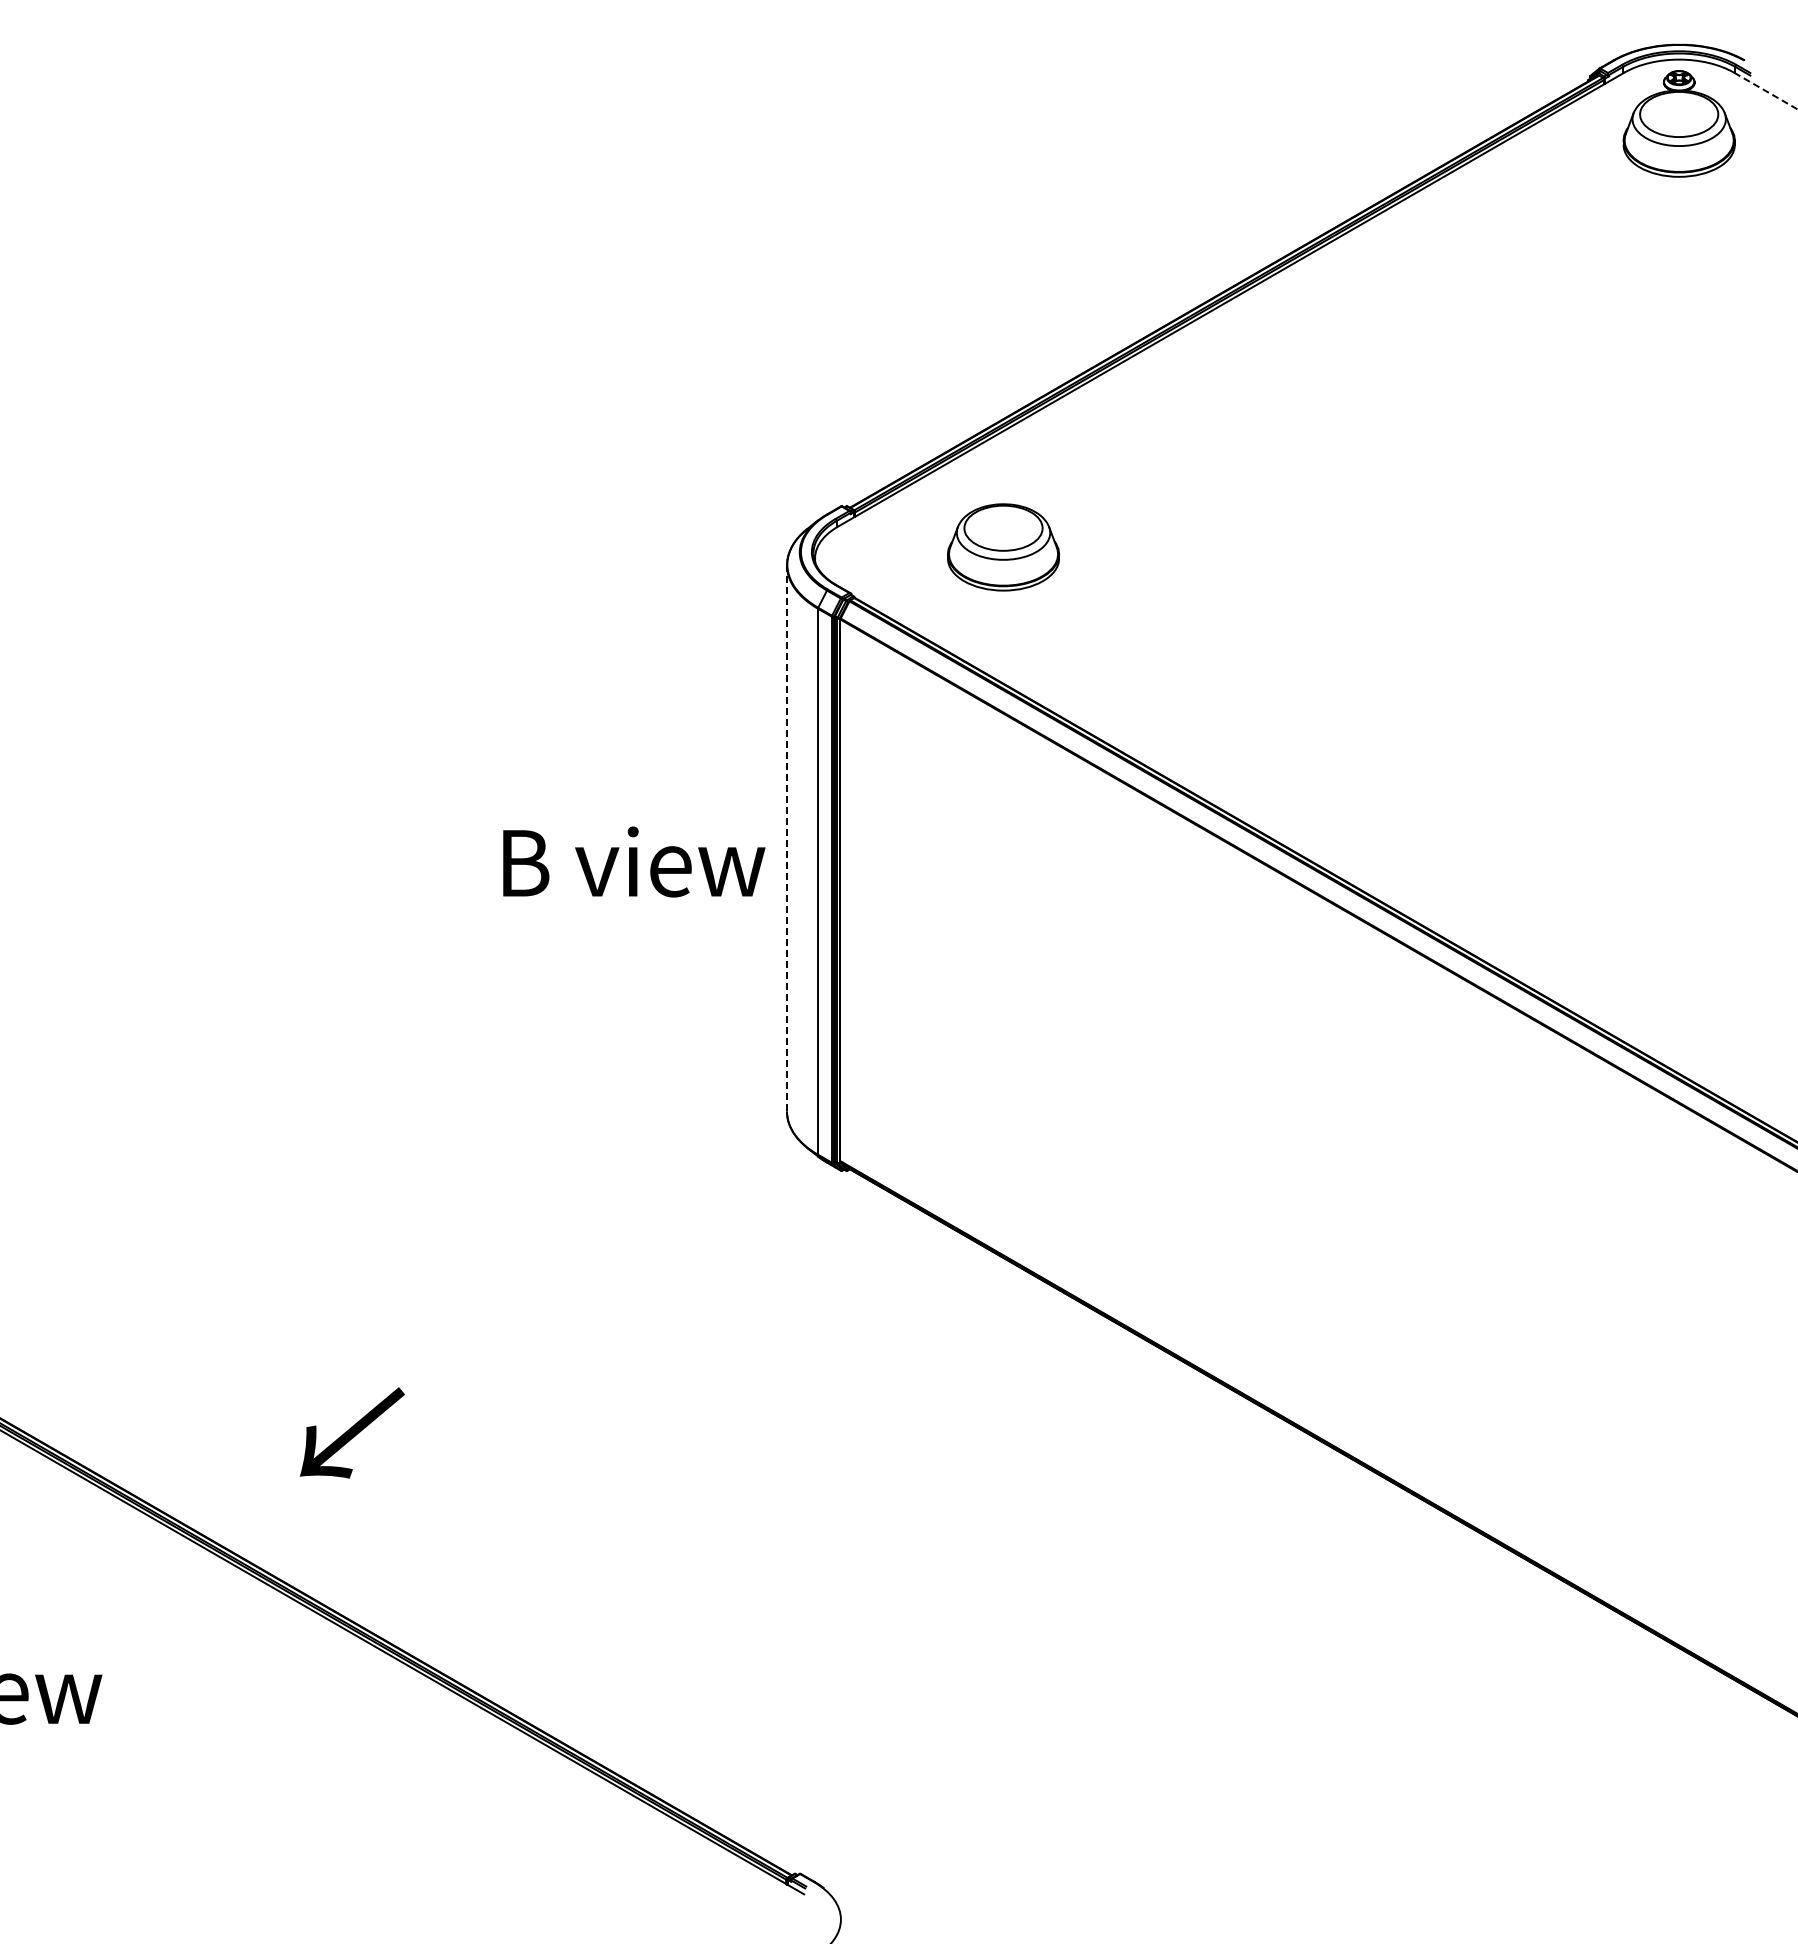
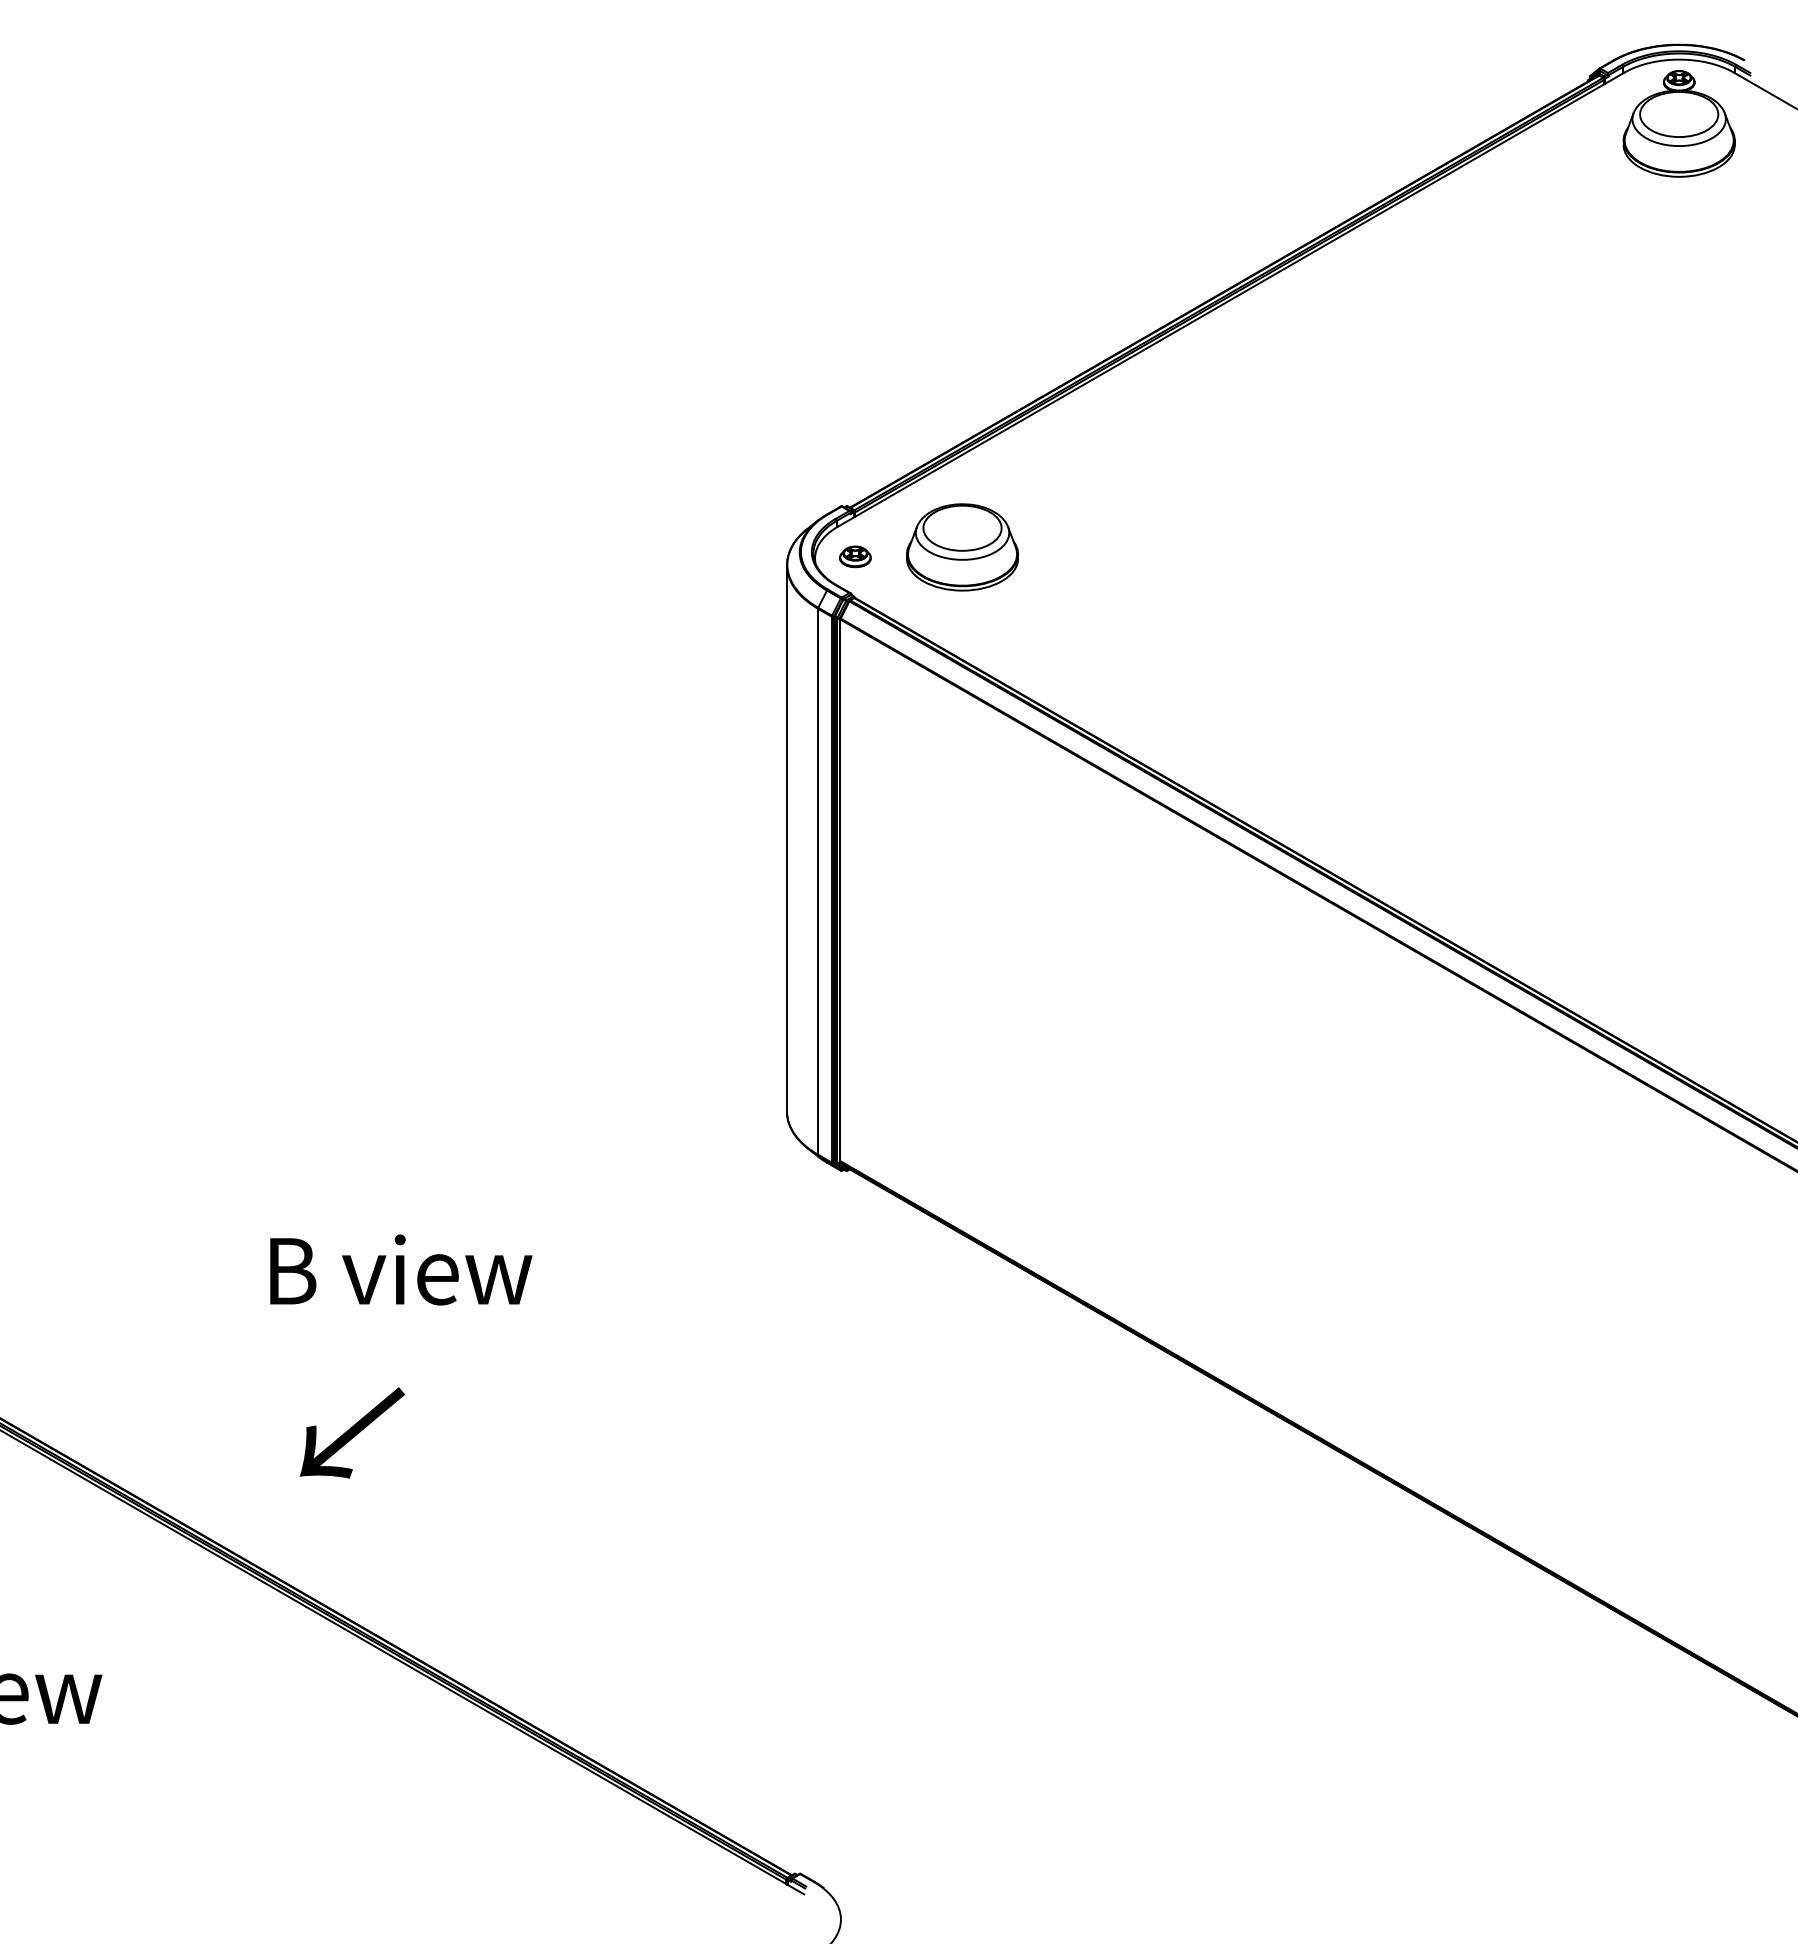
line at (1766, 91): dashed -> solid
part at (1003, 547) position: (1003, 547) -> (962, 547)
part at (855, 556): none -> present
line at (786, 838): dashed -> solid
text at (634, 861) position: (634, 861) -> (401, 1269)
